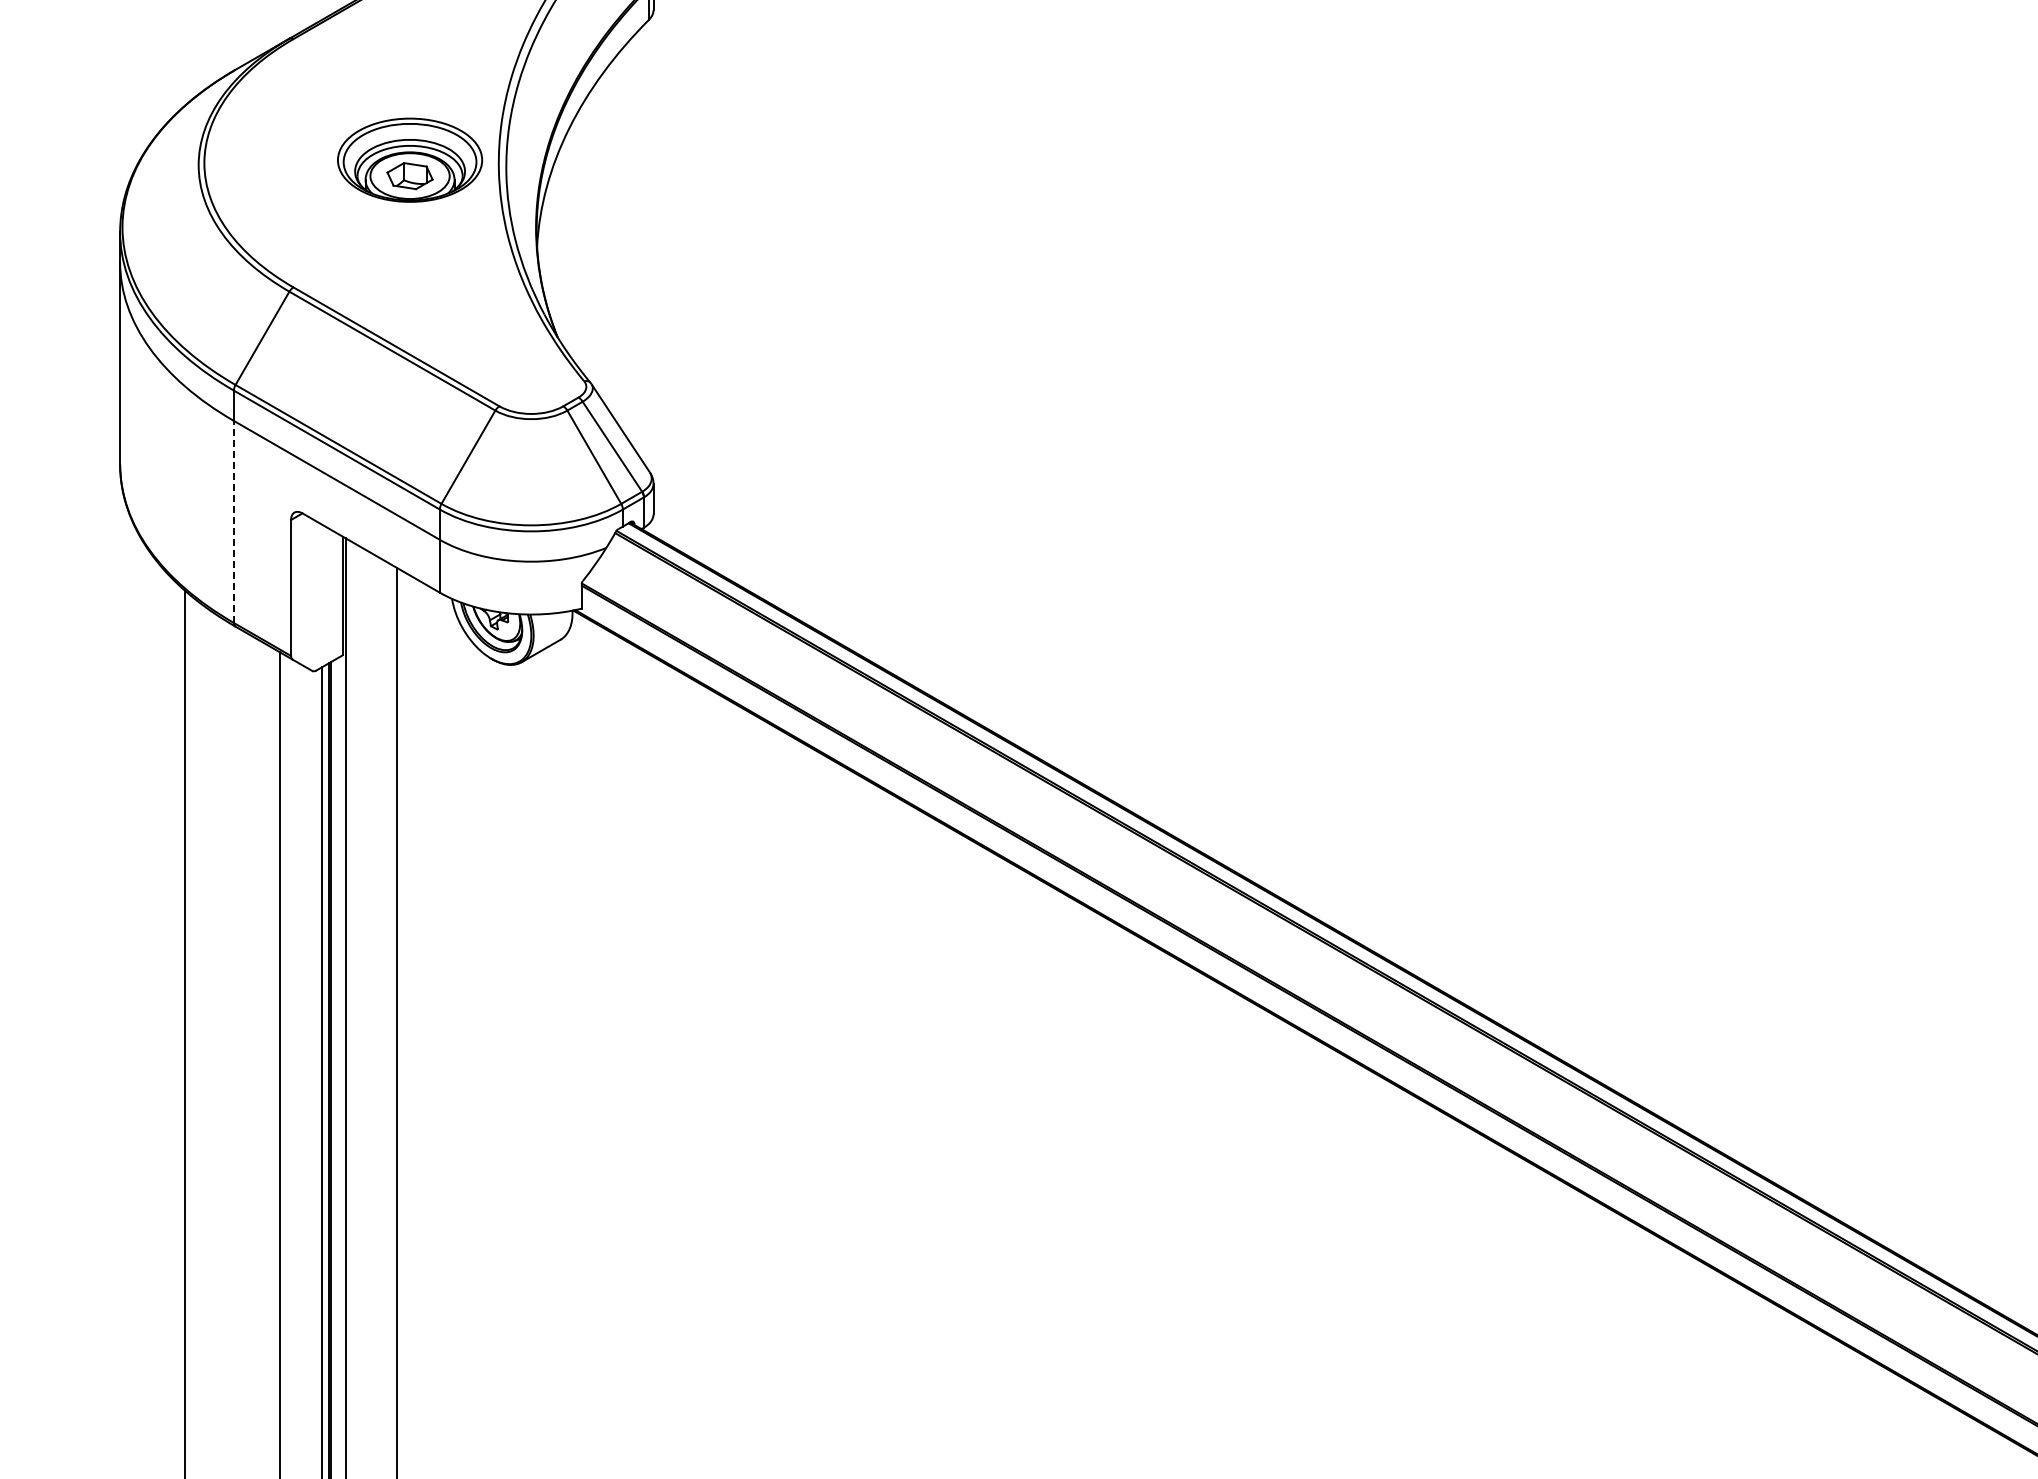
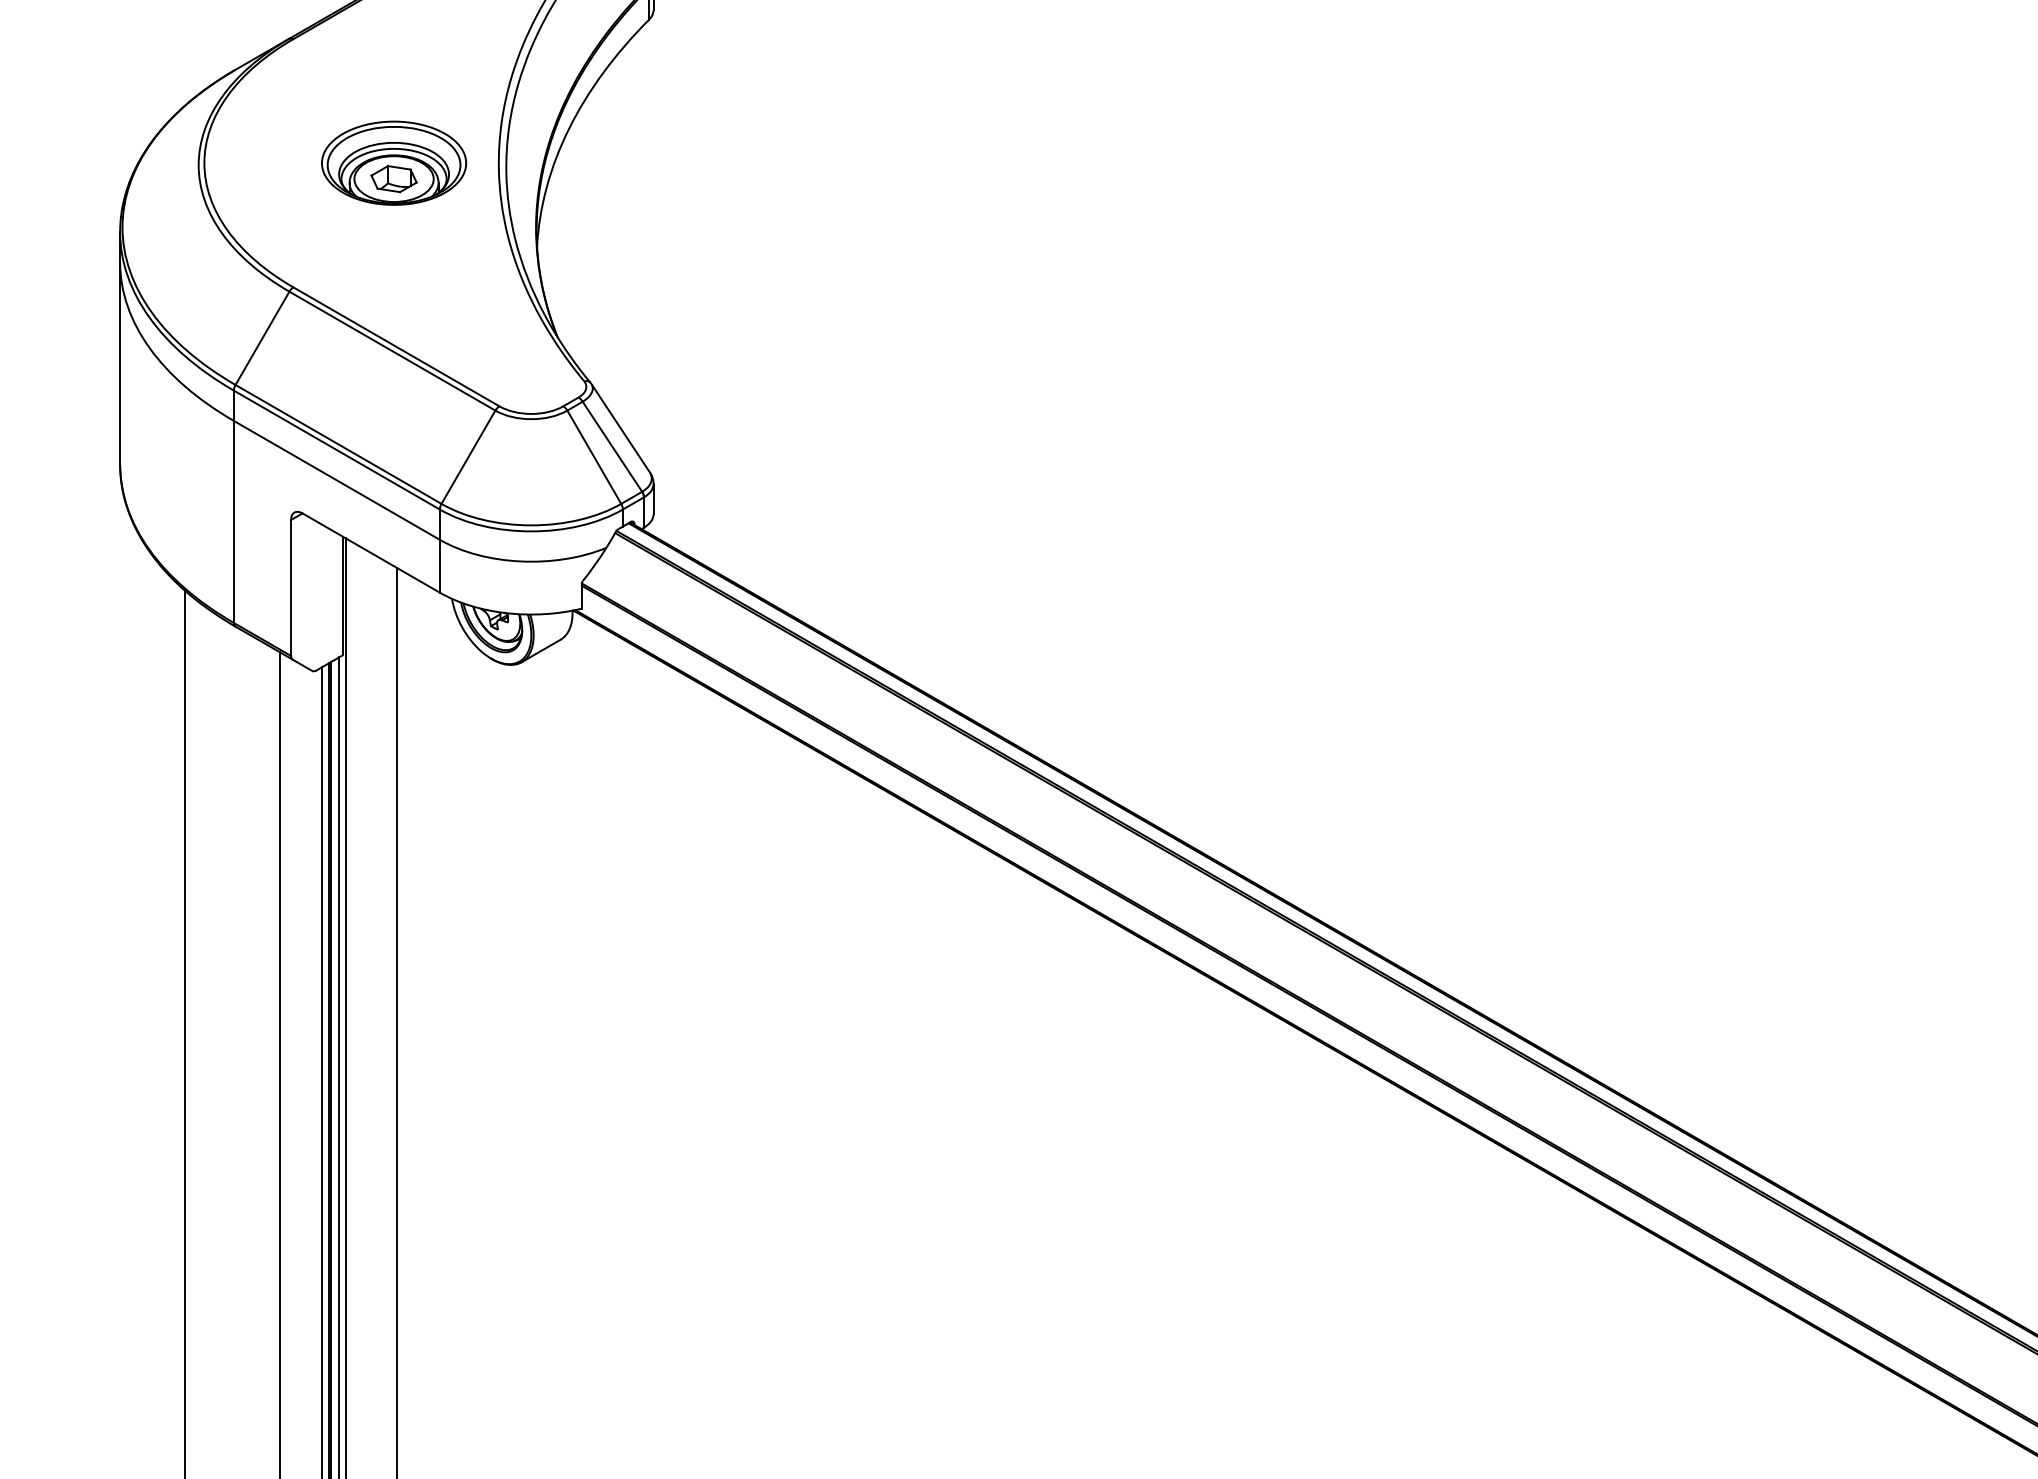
part at (410, 159) position: (410, 159) -> (394, 162)
line at (233, 521): dashed -> solid
line at (339, 1066): none -> present
